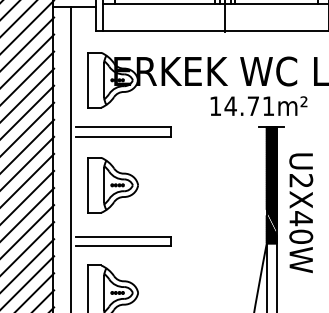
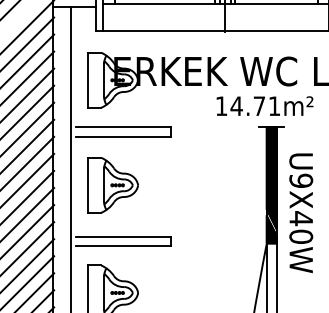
line at (18, 18): present -> none
text at (258, 105) position: (258, 105) -> (264, 105)
text at (301, 180): U2X40W -> U9X40W
